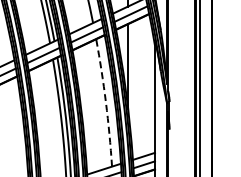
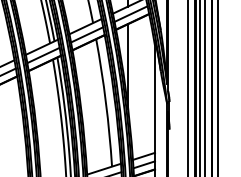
line at (188, 87): none -> present
line at (205, 87): none -> present
line at (218, 87): none -> present
arc at (105, 102): dashed -> solid
